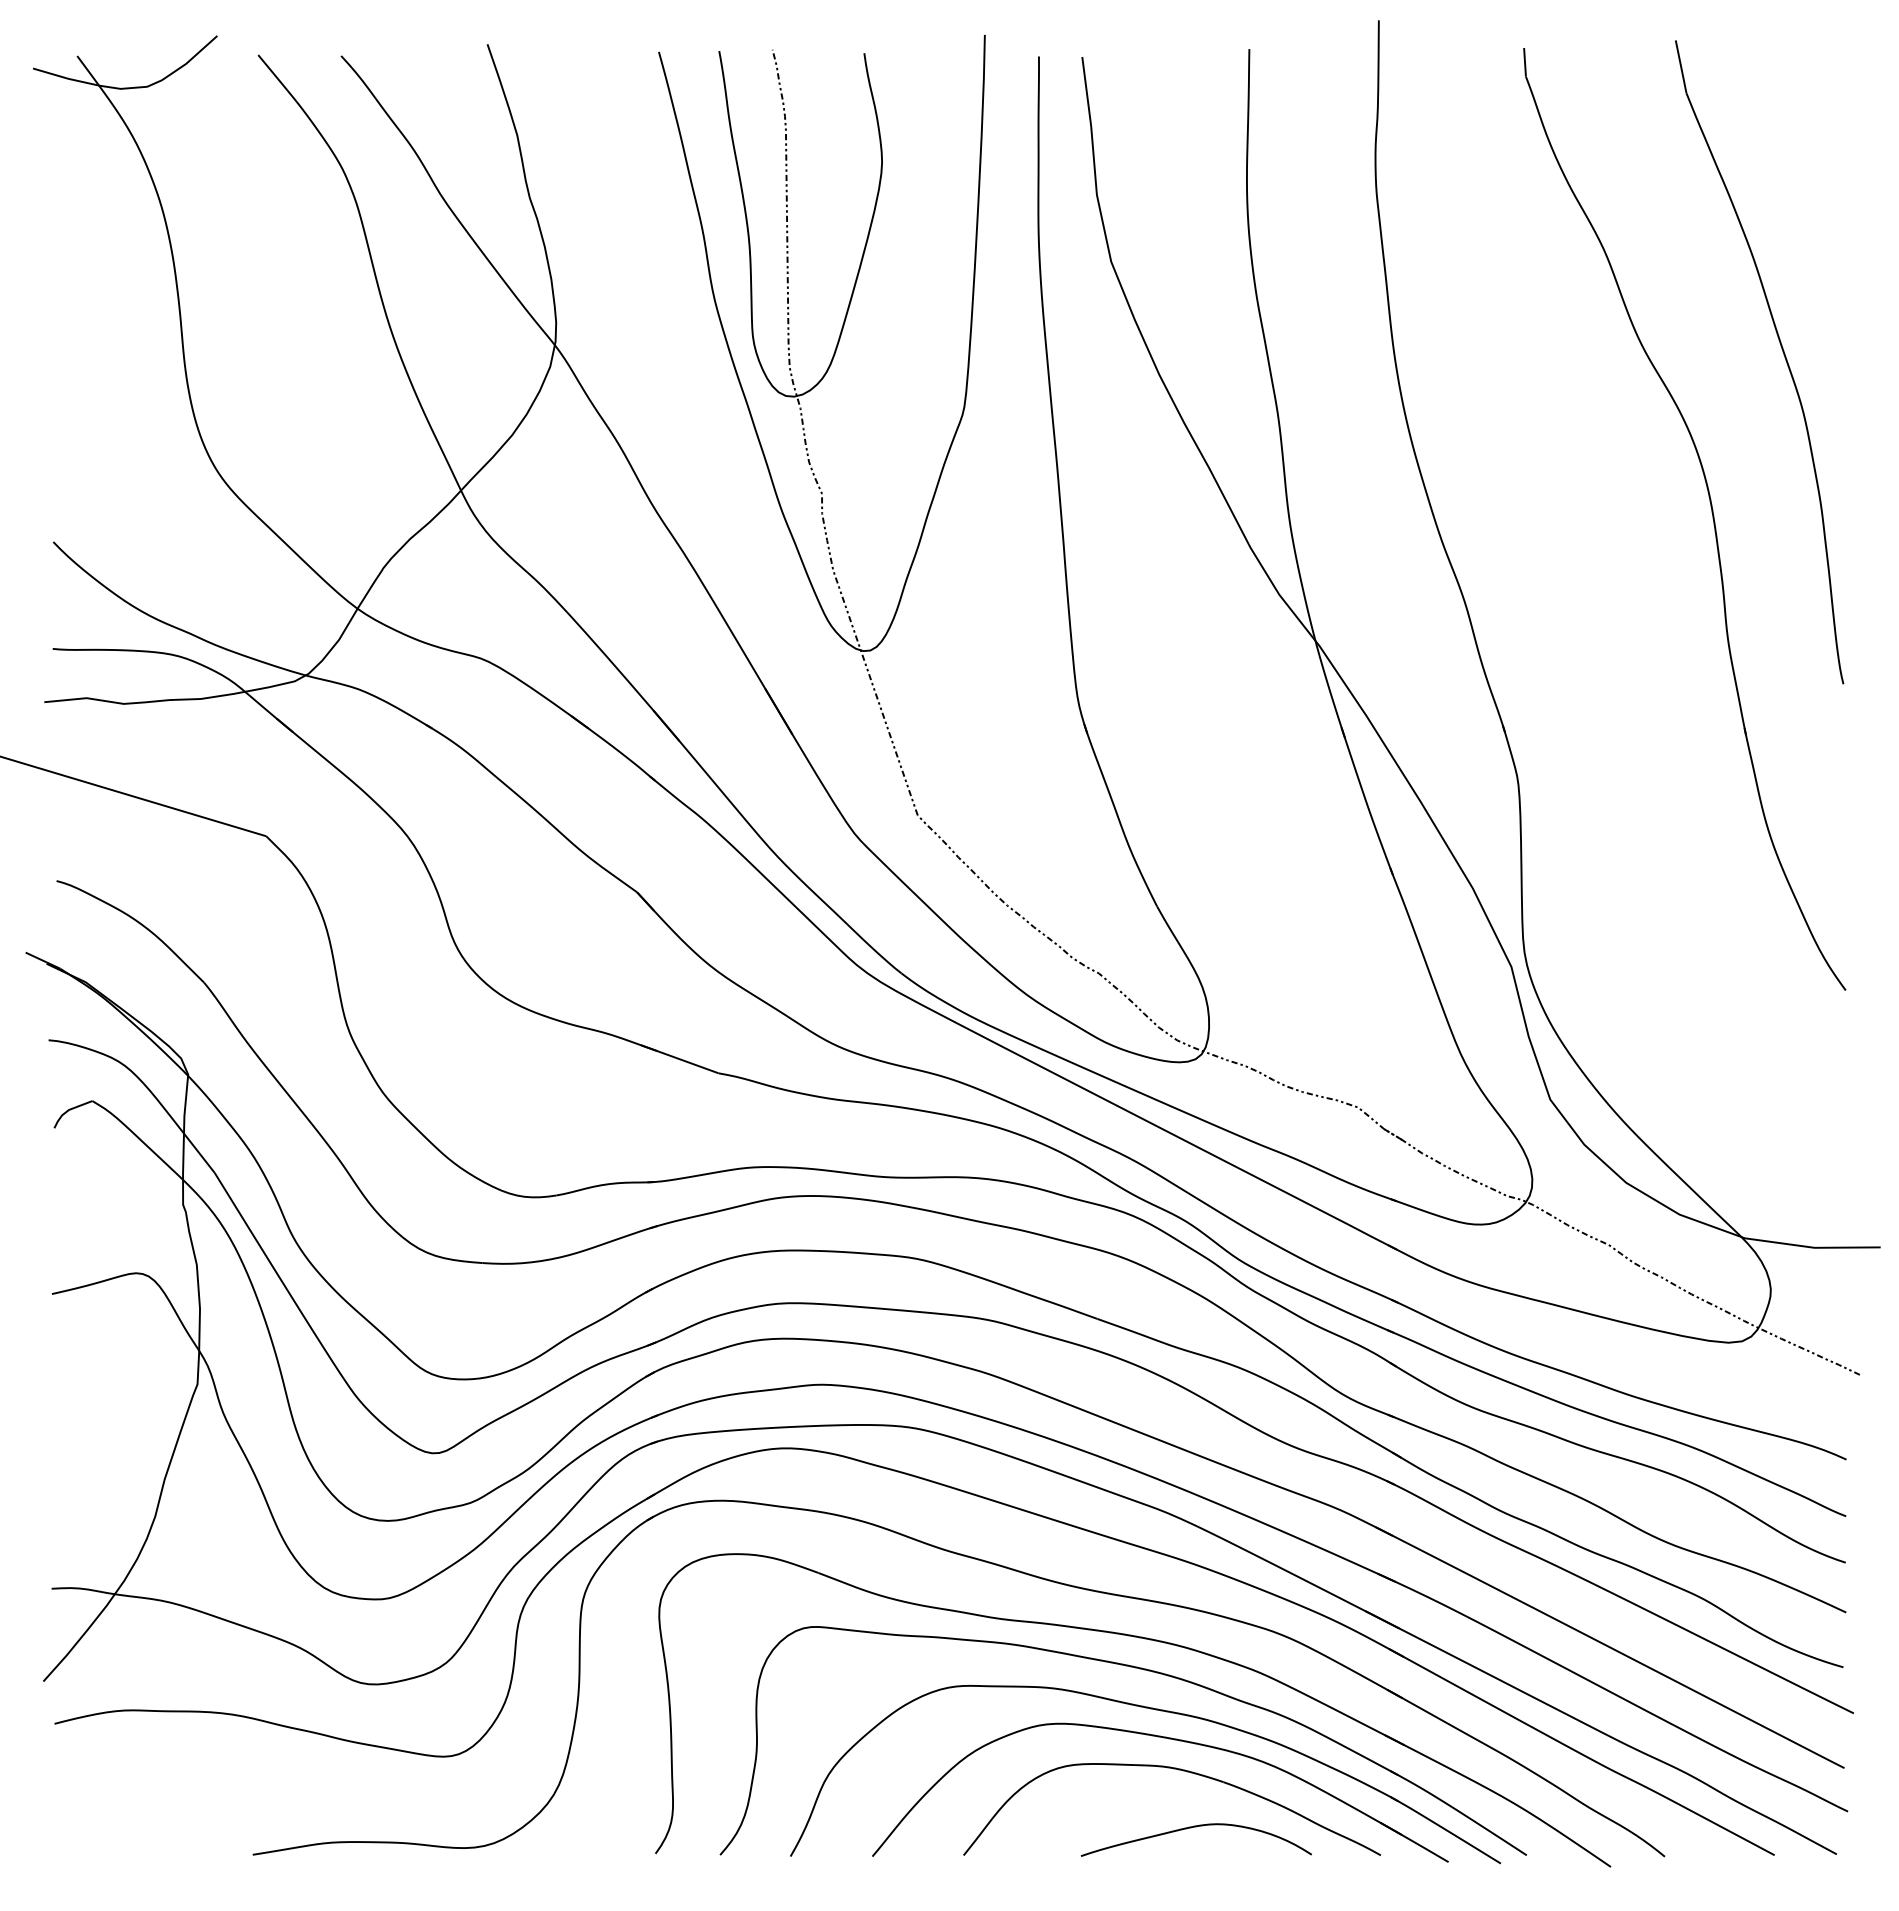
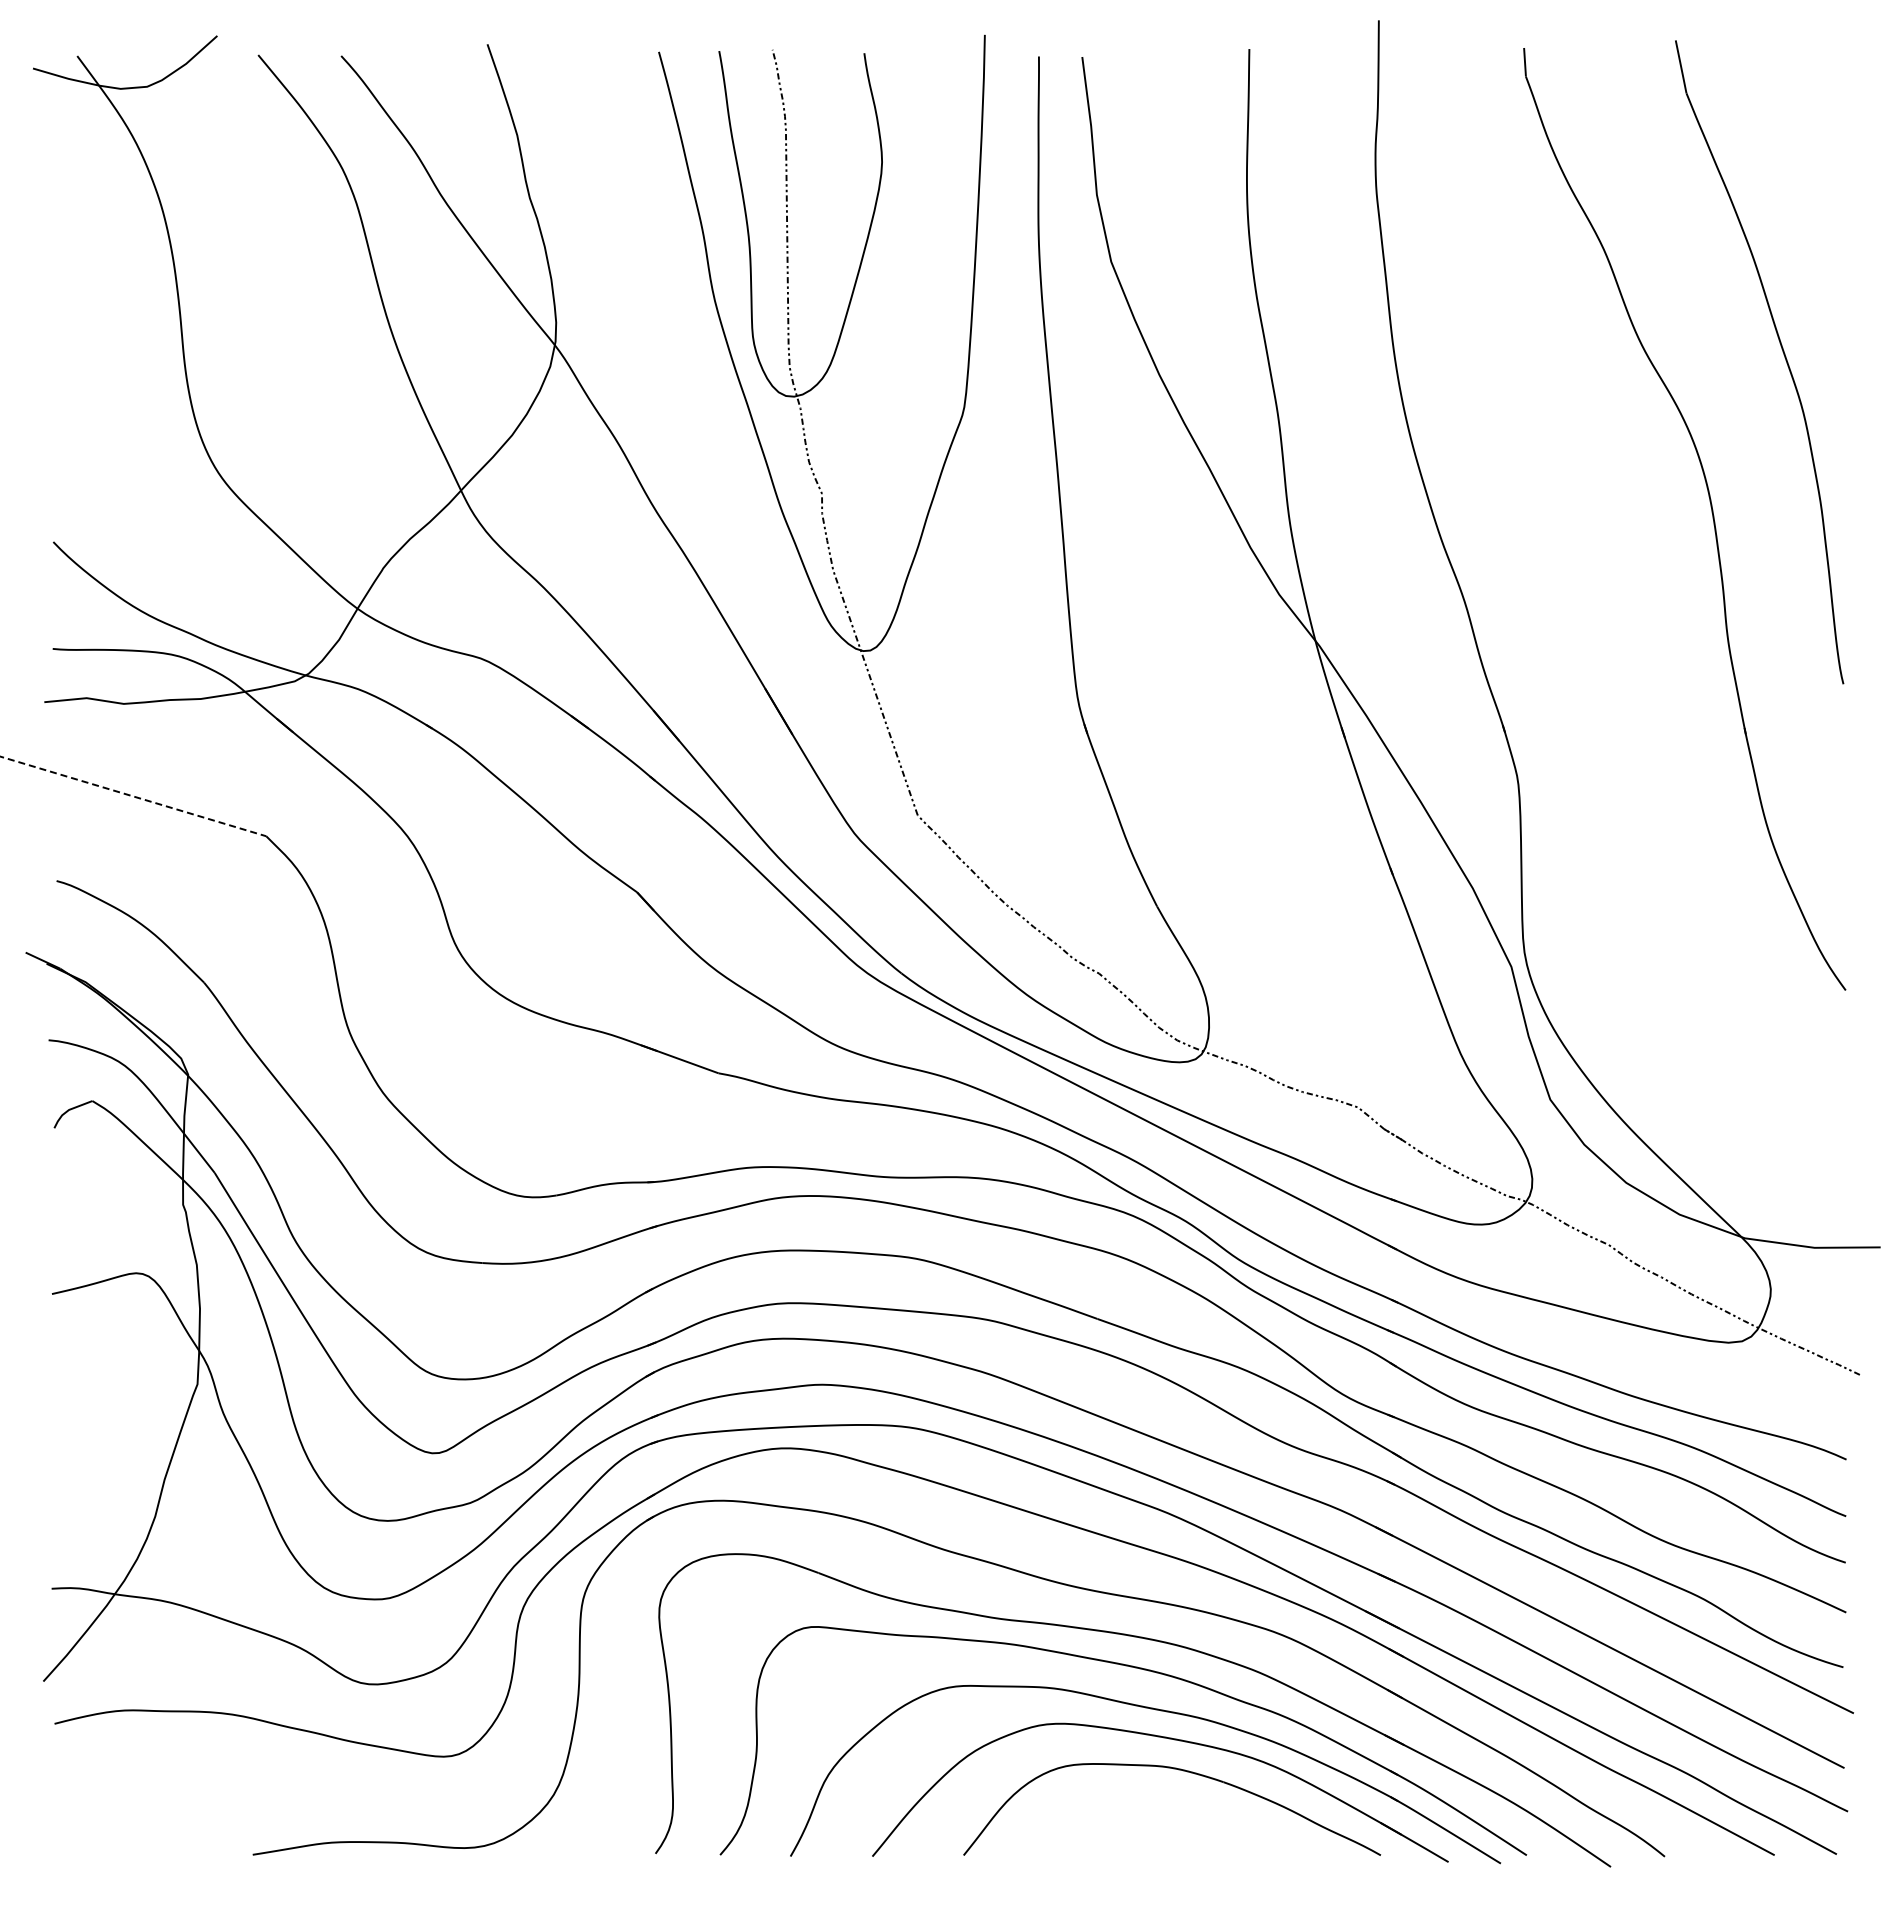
line at (133, 796): solid -> dashed
curve at (1191, 1828): present -> none
